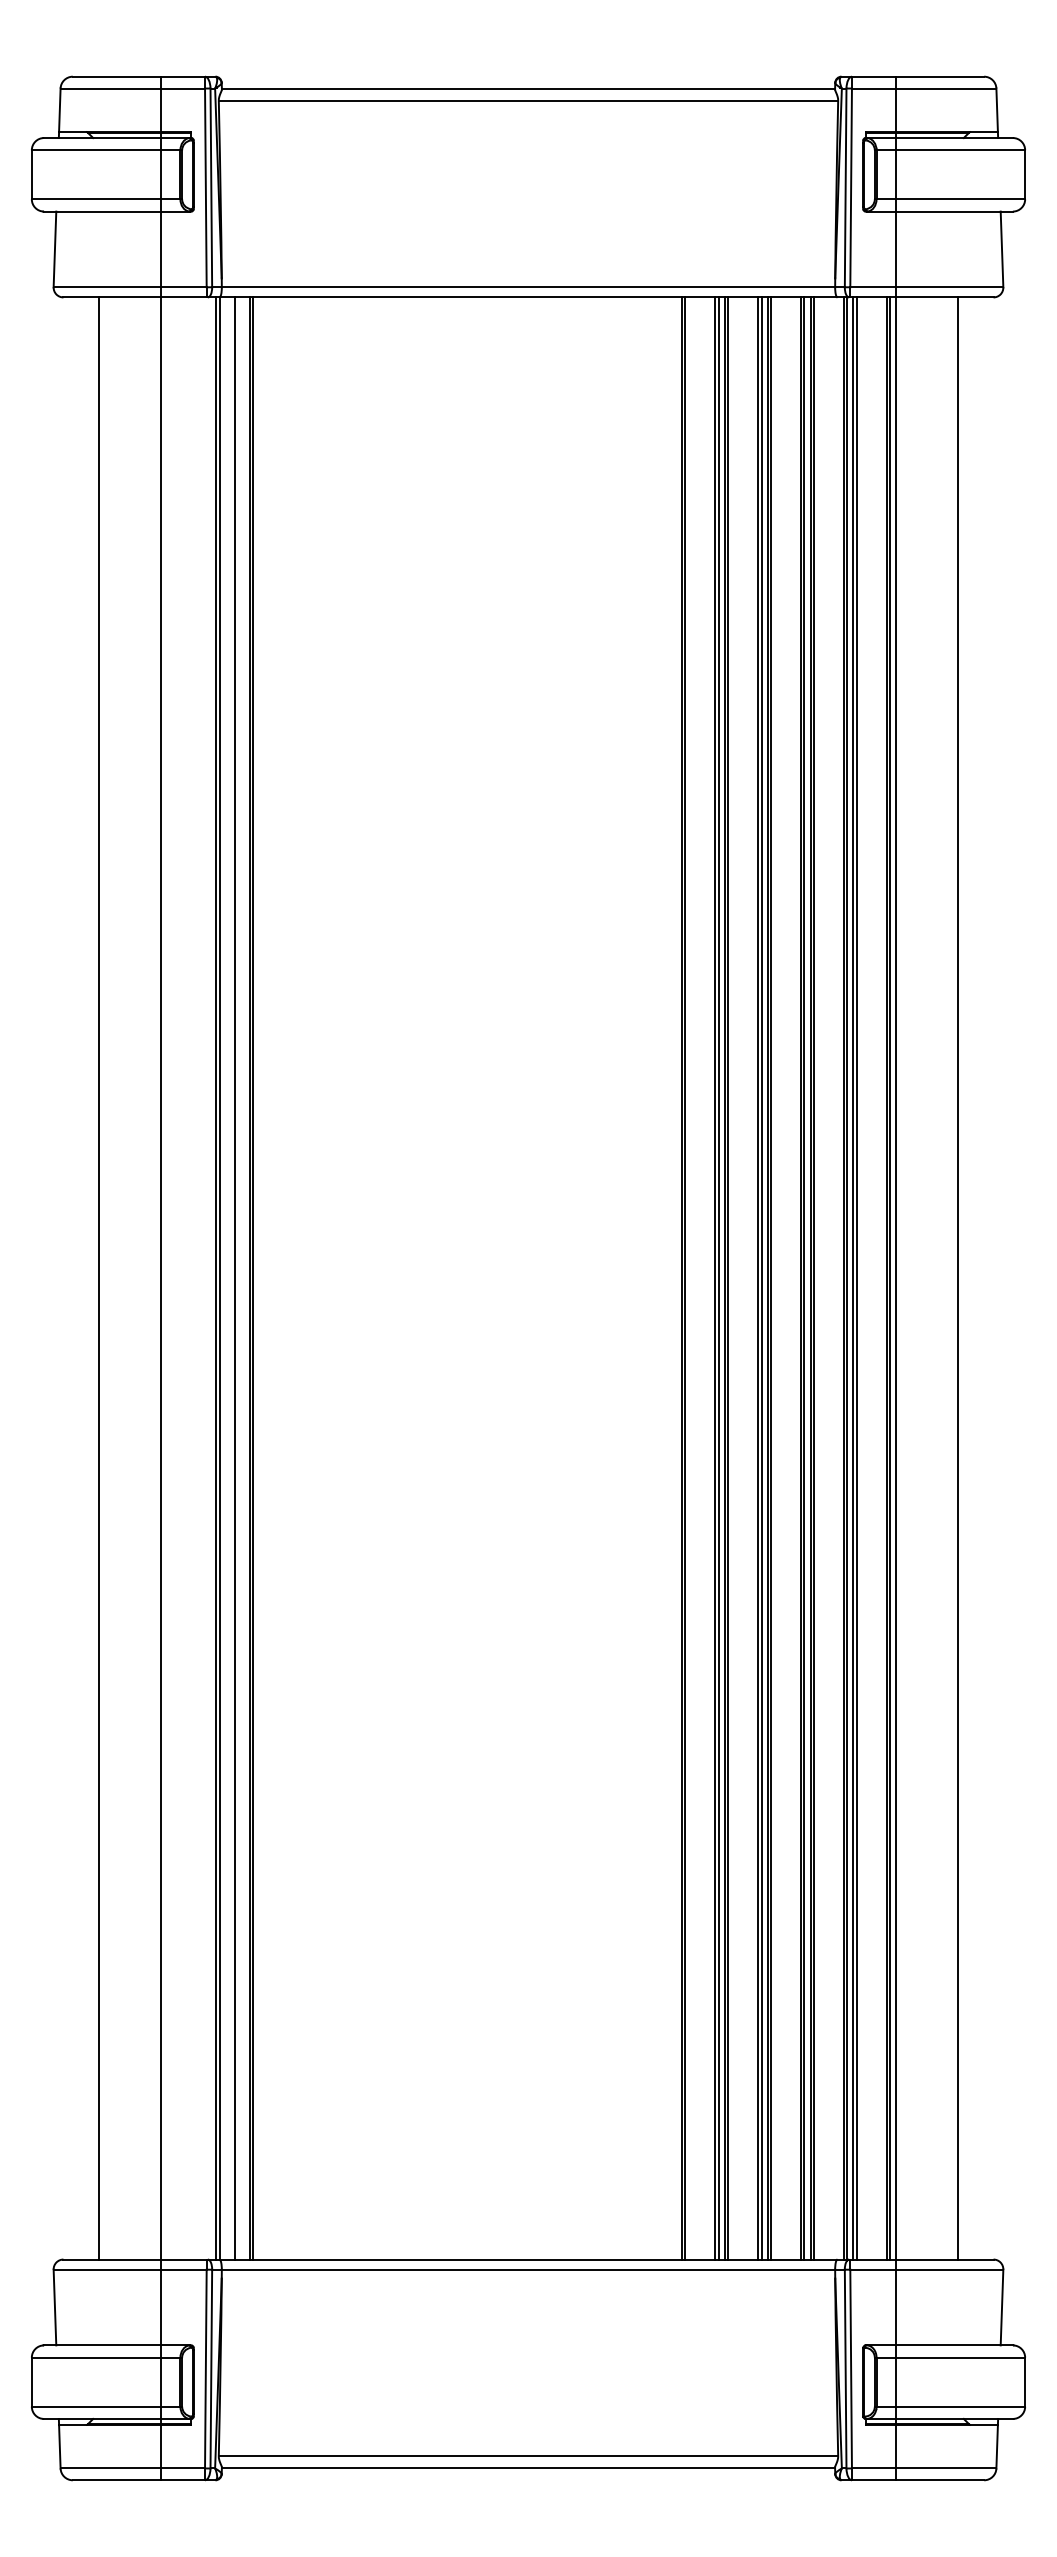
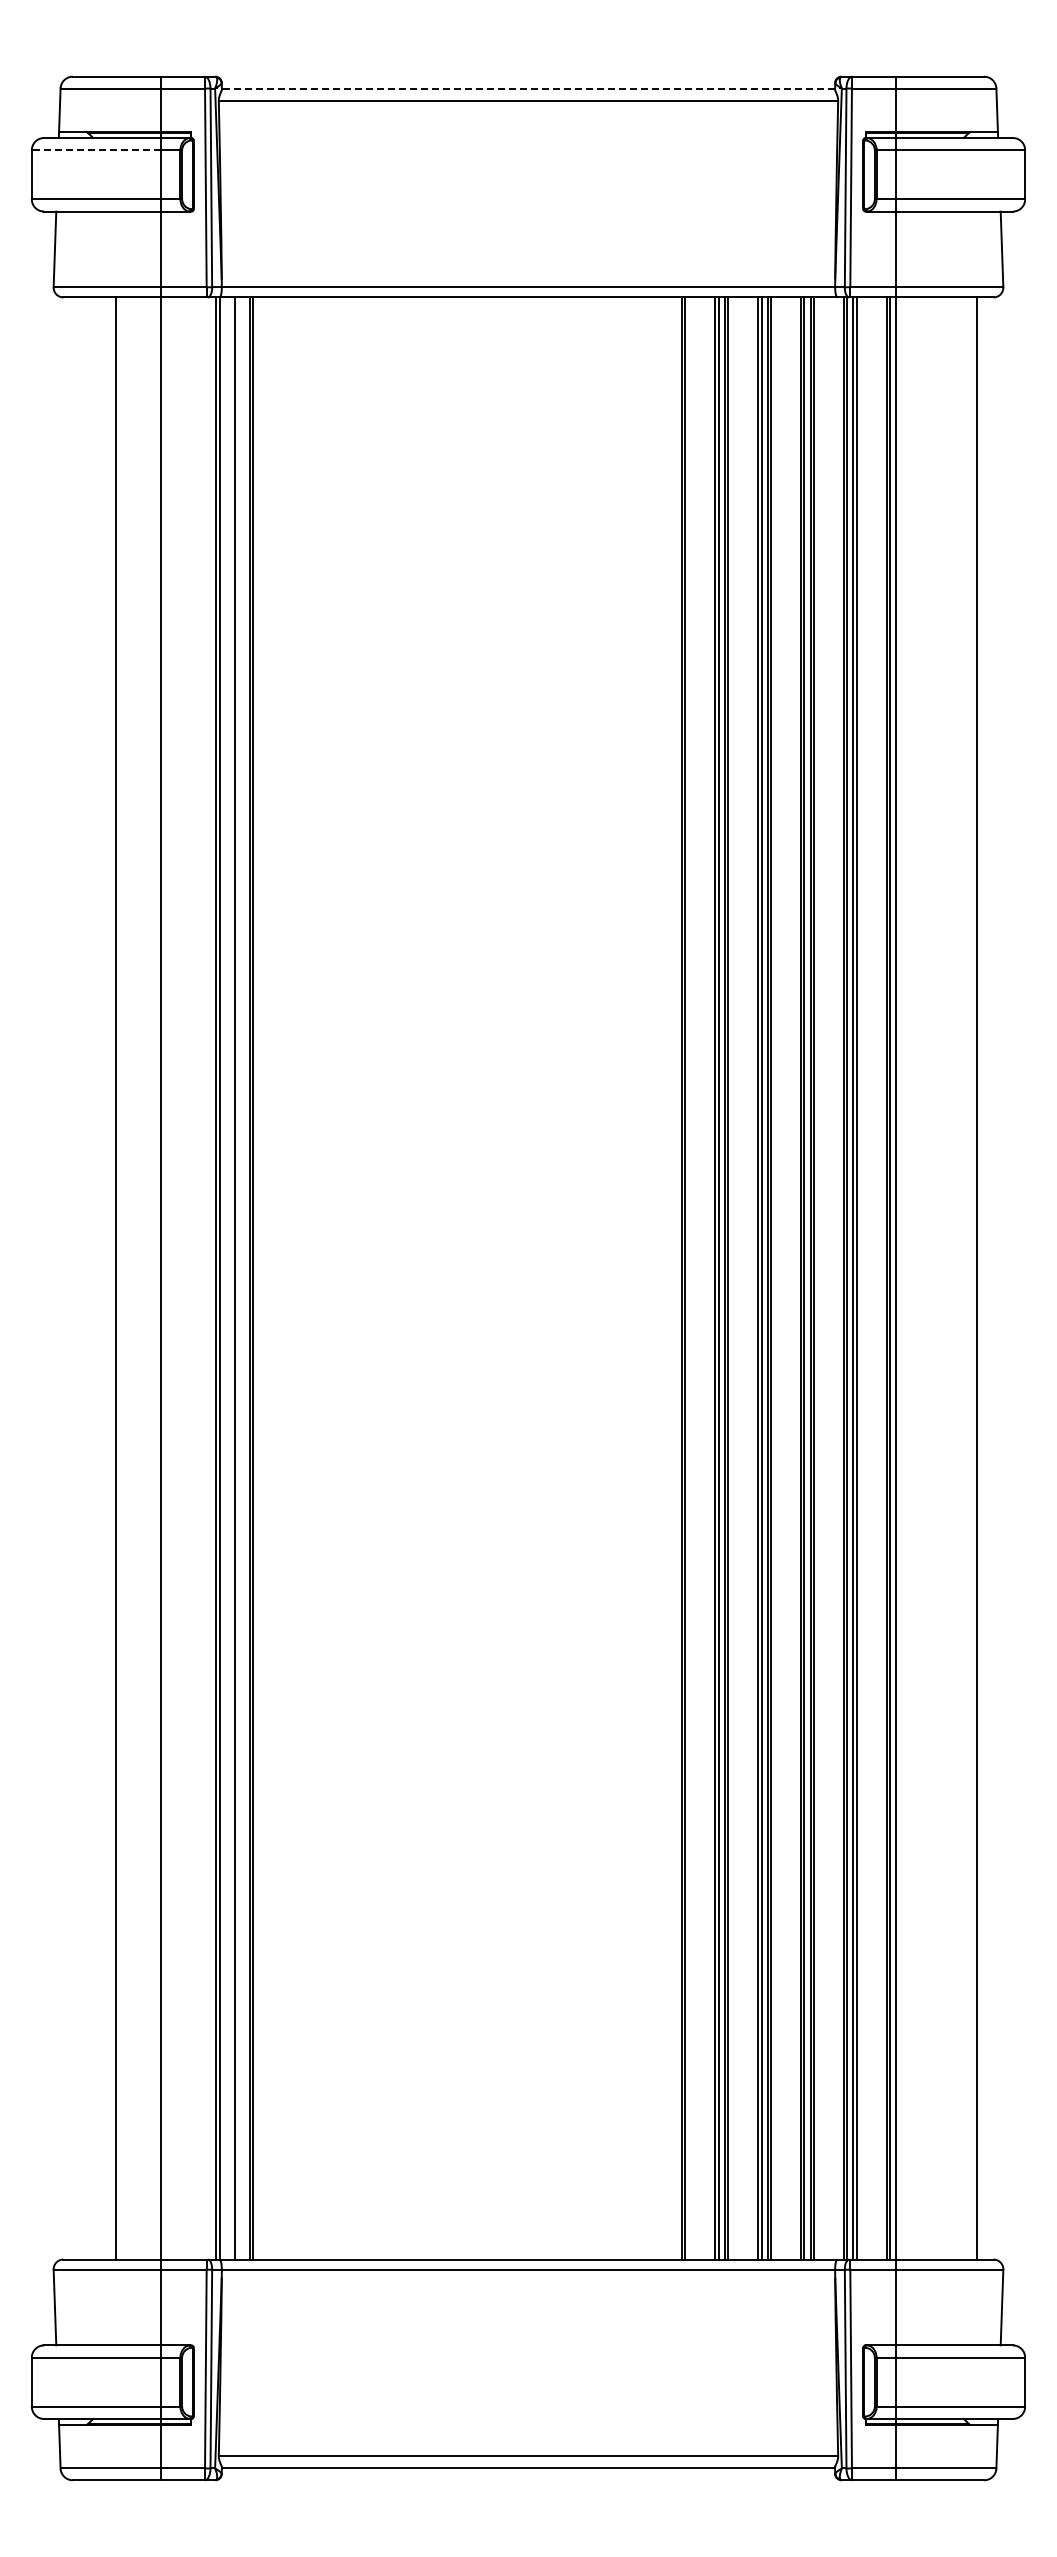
line at (528, 88): solid -> dashed
line at (95, 150): solid -> dashed
line at (99, 1278) position: (99, 1278) -> (116, 1278)
line at (957, 1278) position: (957, 1278) -> (976, 1278)
